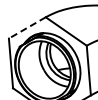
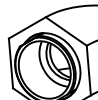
line at (26, 28): dashed -> solid
